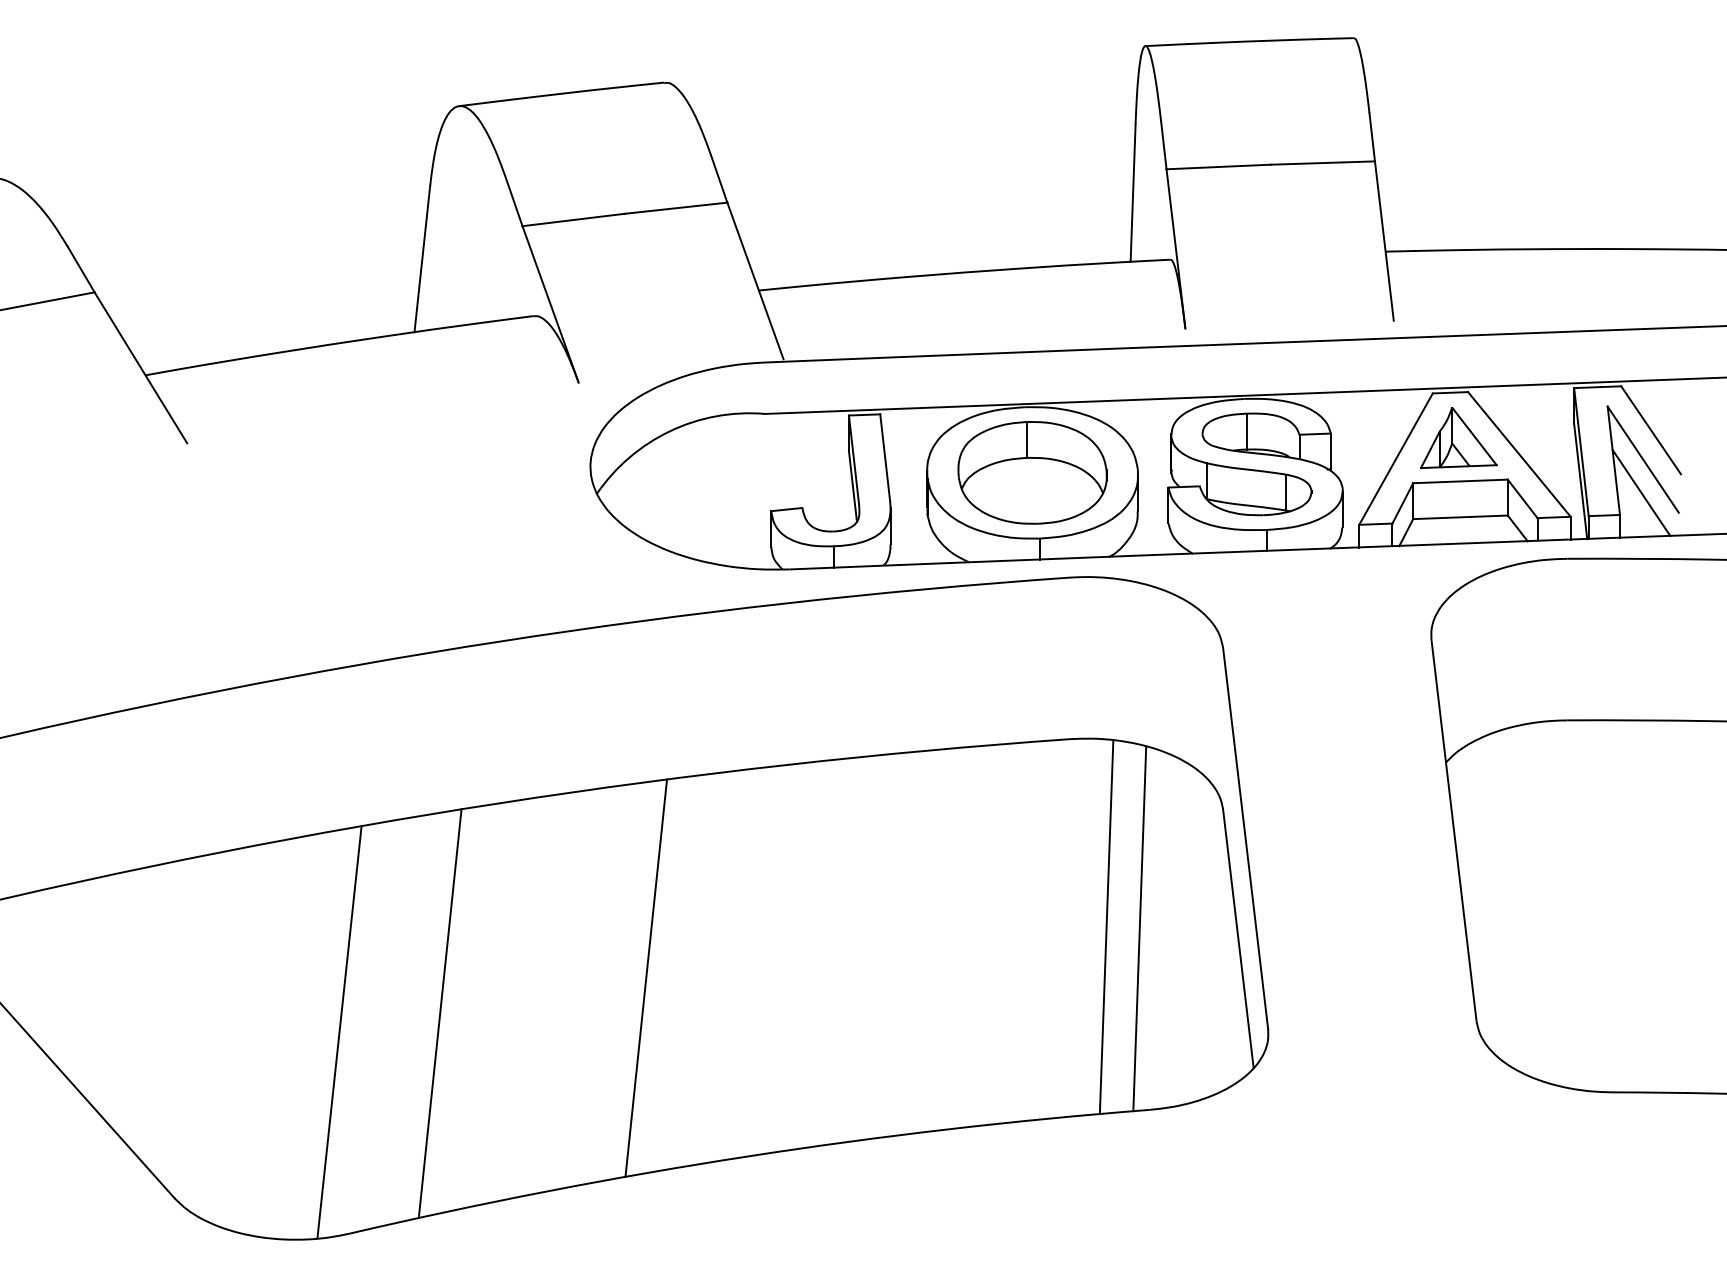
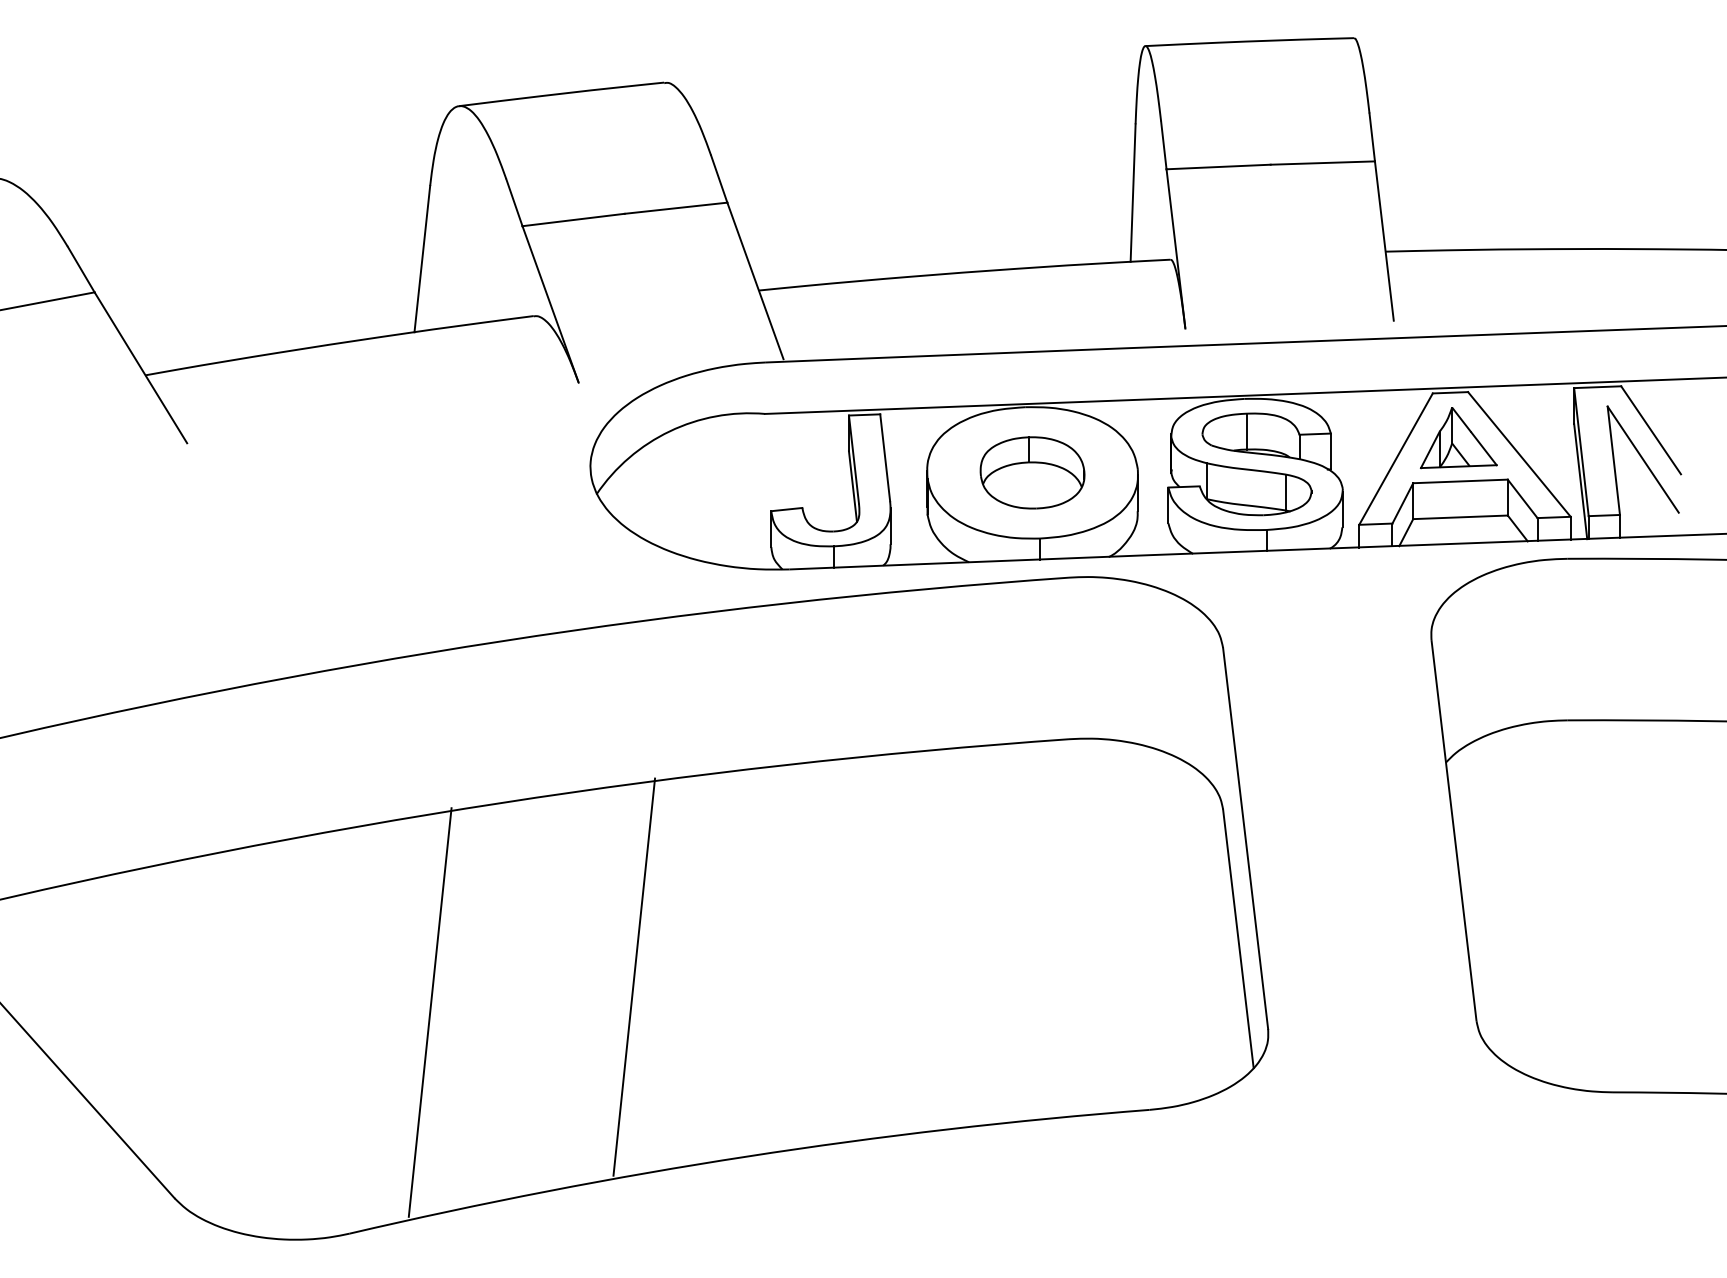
part at (1032, 472) size: 151x104 px -> 107x74 px
line at (1641, 492): present -> none
line at (1106, 927): present -> none
line at (1139, 928): present -> none
line at (646, 977) position: (646, 977) -> (634, 976)
line at (439, 1013) position: (439, 1013) -> (429, 1012)
line at (339, 1031): present -> none
